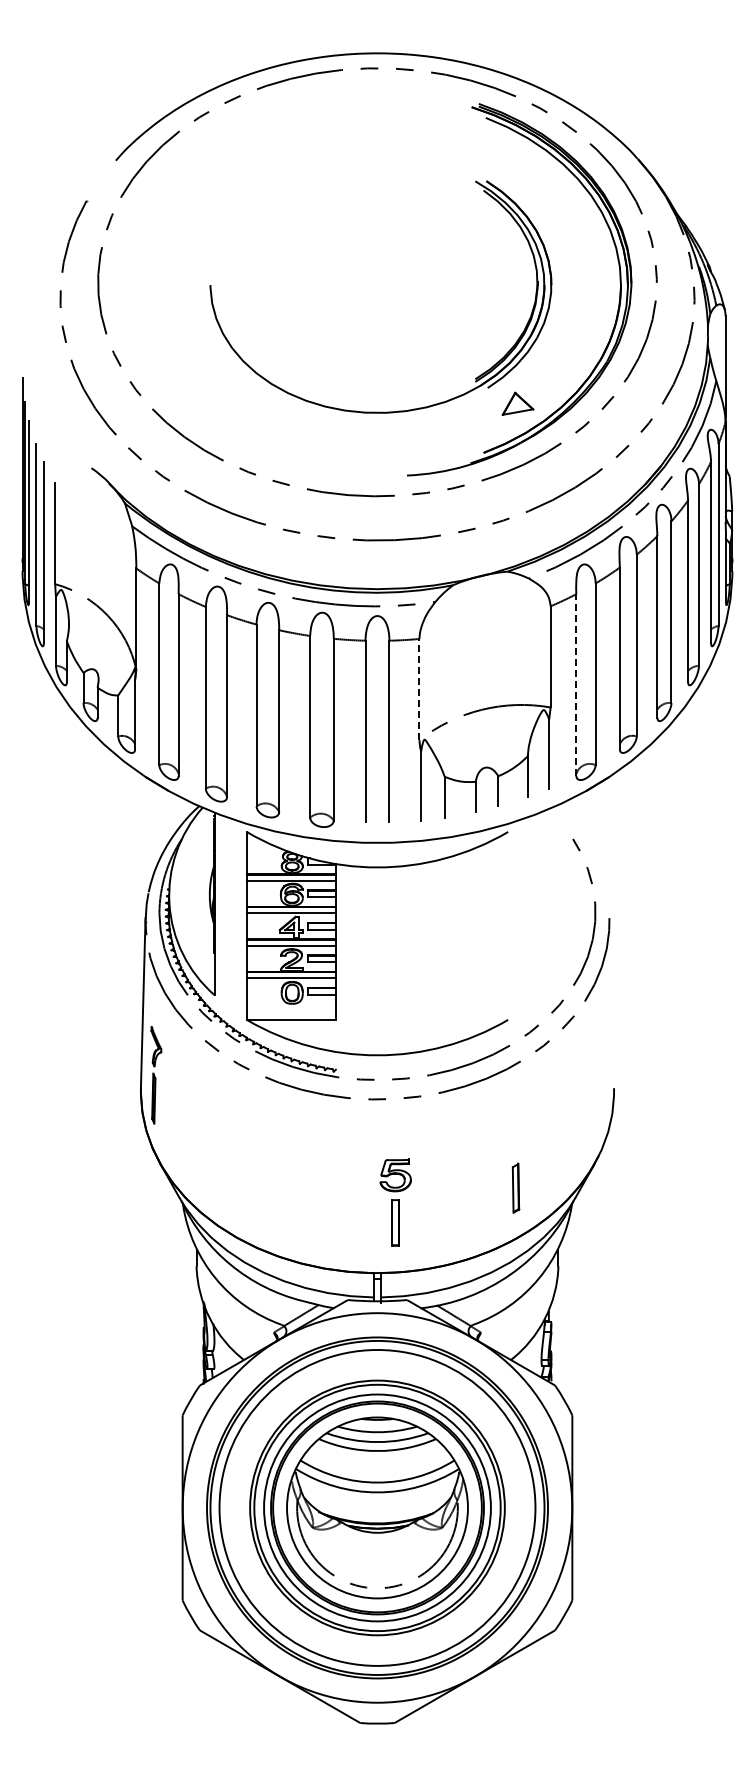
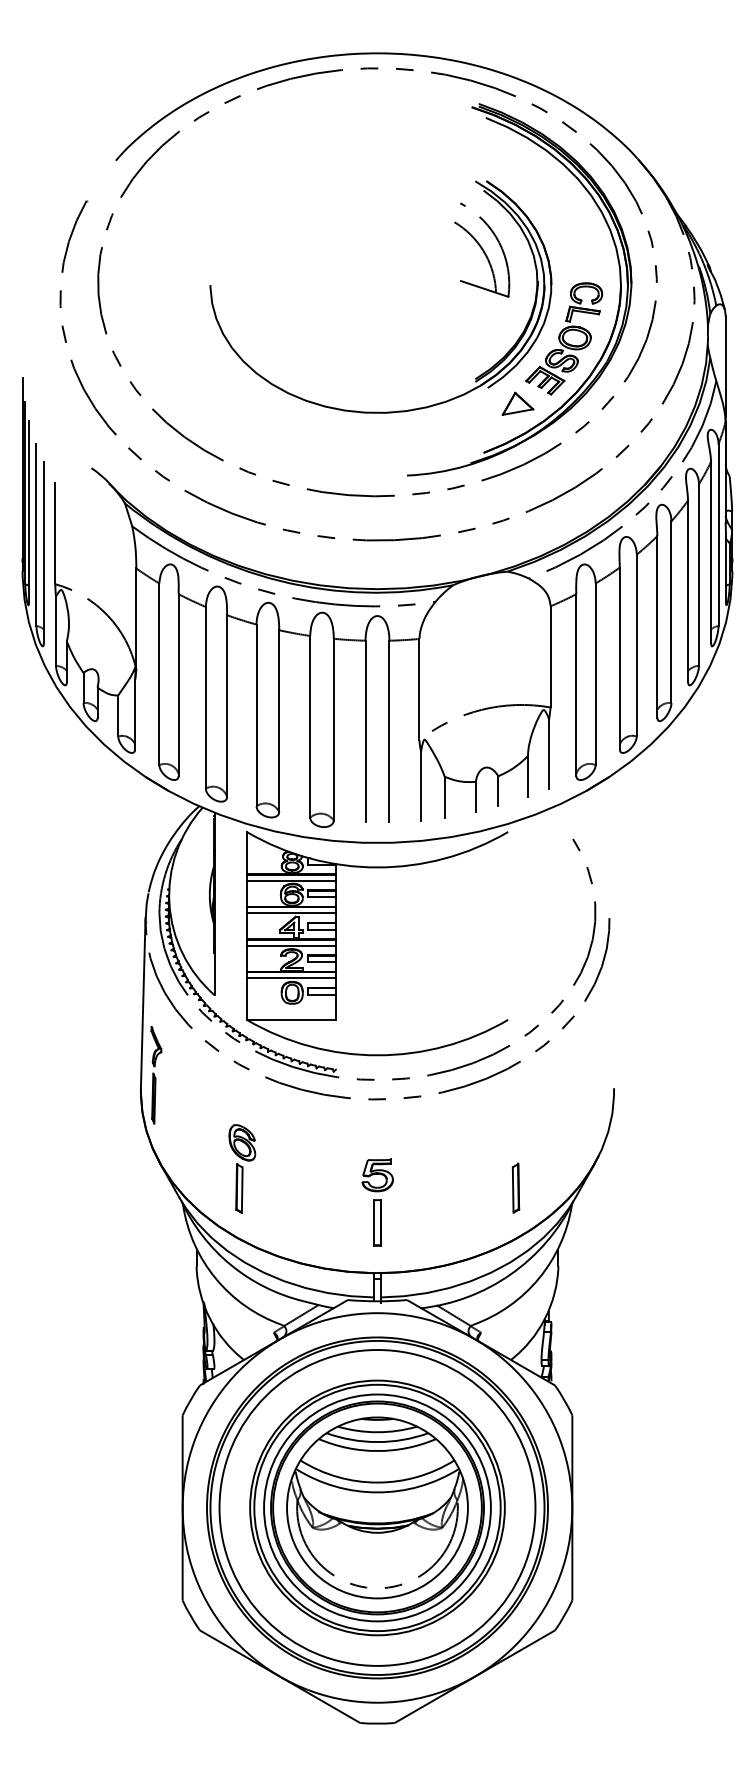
part at (482, 249): none -> present
part at (564, 338): none -> present
line at (576, 685): dashed -> solid
line at (419, 689): dashed -> solid
part at (242, 1168): none -> present
part at (395, 1202) position: (395, 1202) -> (377, 1202)
